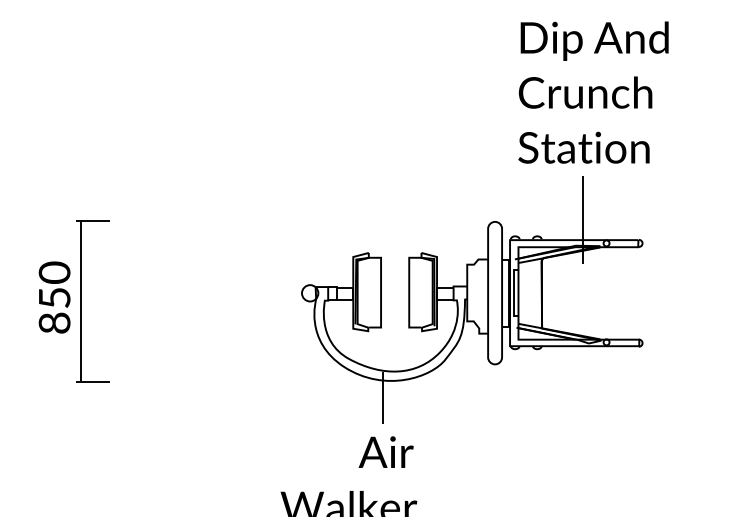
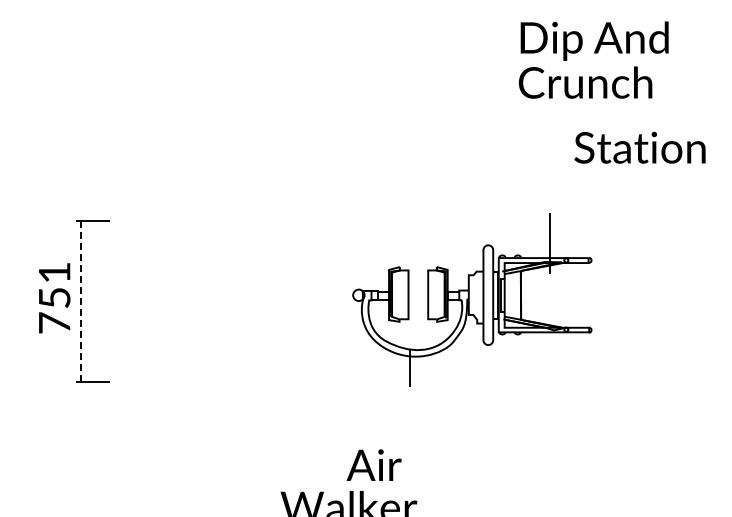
text at (585, 92) position: (585, 92) -> (585, 82)
text at (583, 147) position: (583, 147) -> (639, 147)
text at (54, 297): 850 -> 751
part at (472, 299) size: 343x248 px -> 241x174 px
line at (81, 300): solid -> dashed
text at (385, 451) position: (385, 451) -> (373, 464)
